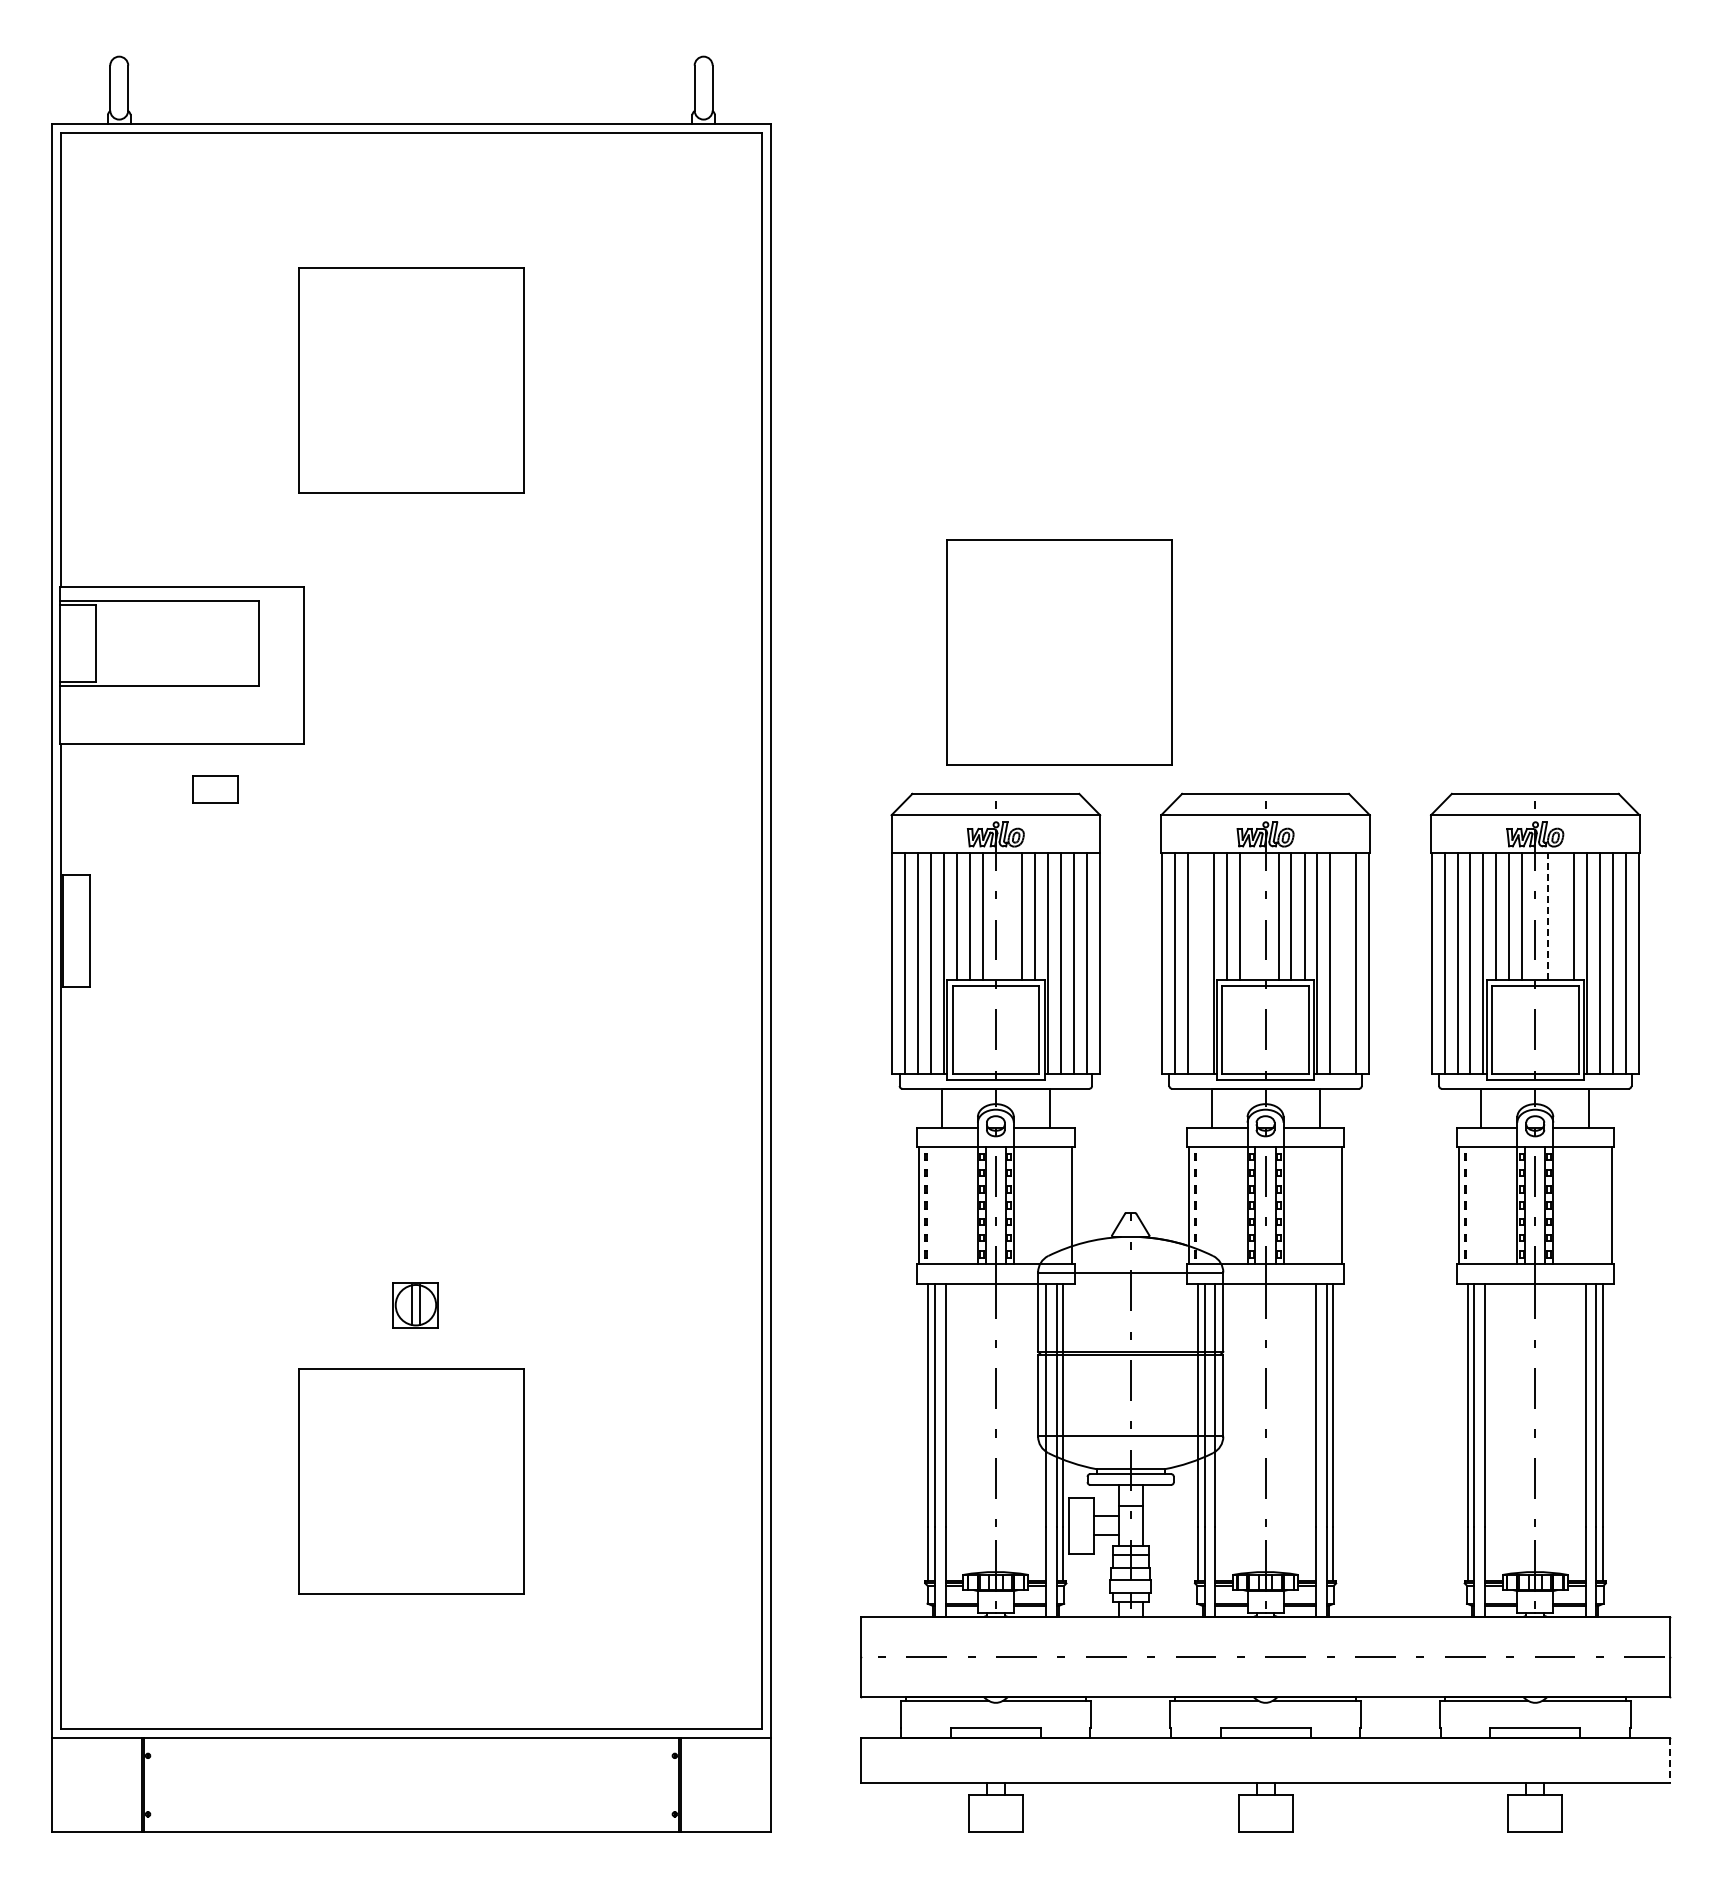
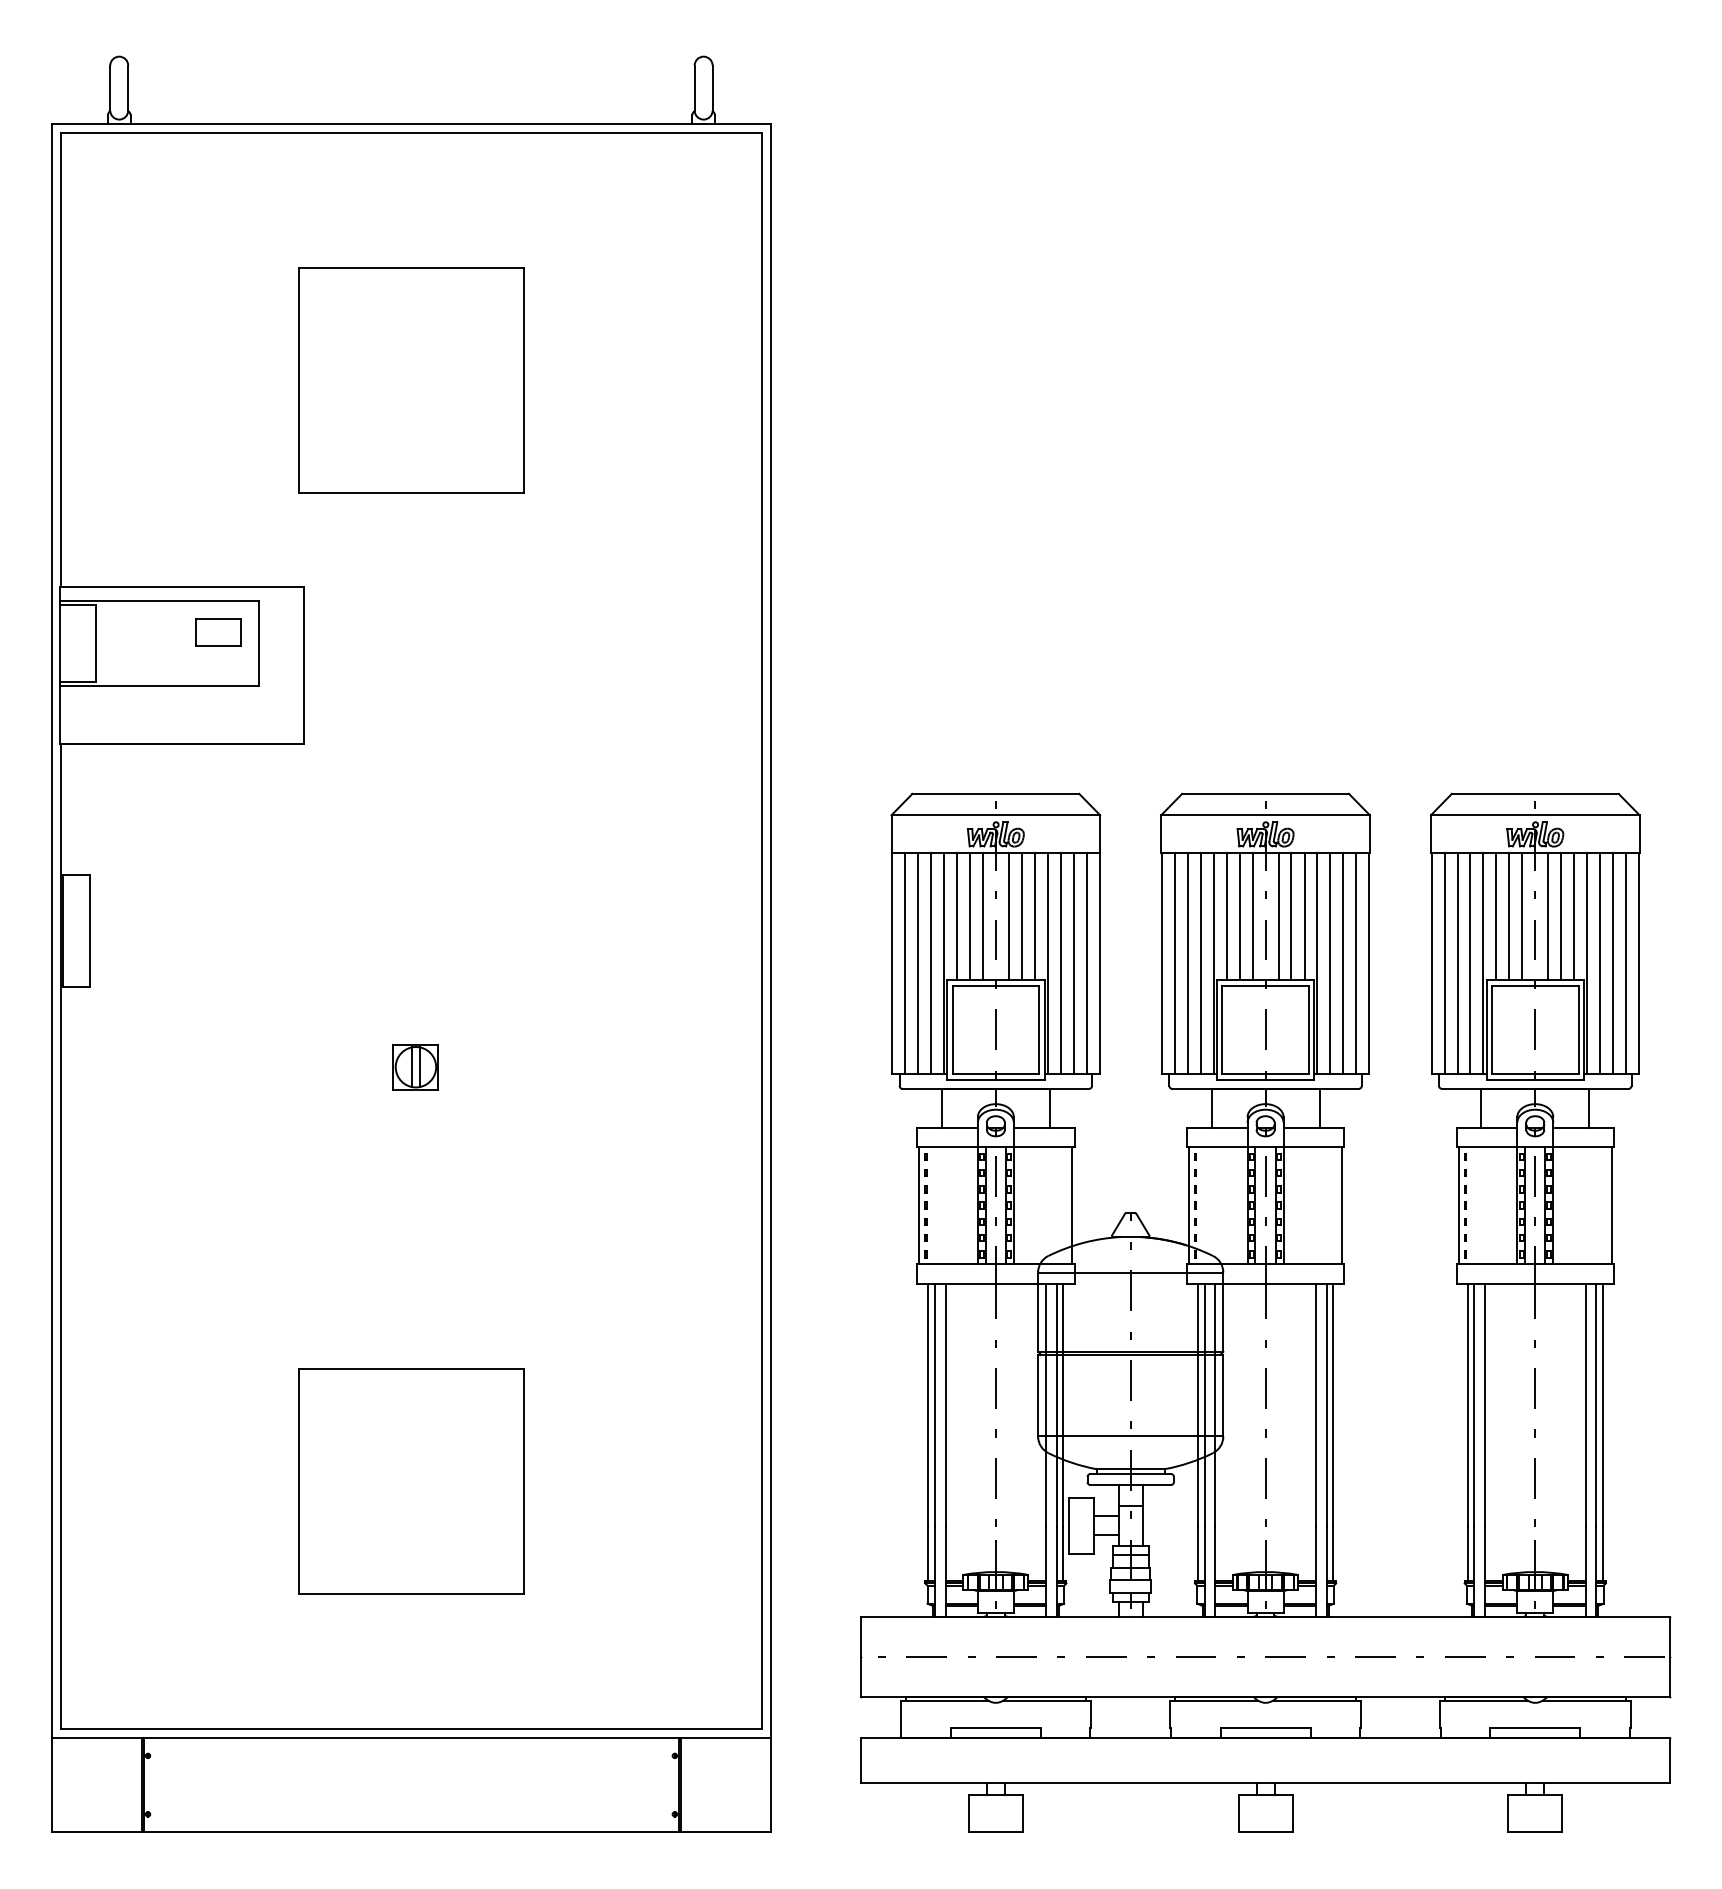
part at (1059, 652): present -> none
part at (215, 789) position: (215, 789) -> (218, 632)
line at (1008, 916): none -> present
line at (1252, 916): none -> present
line at (1548, 916): dashed -> solid
line at (1561, 916): none -> present
line at (1200, 963): none -> present
line at (1343, 963): none -> present
part at (415, 1305) position: (415, 1305) -> (415, 1067)
line at (1670, 1760): dashed -> solid
